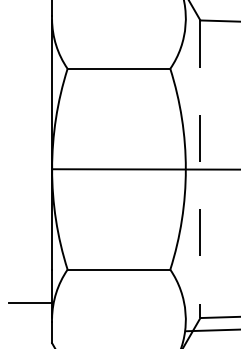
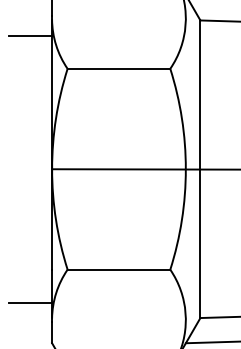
line at (30, 35): none -> present
line at (200, 169): dashed -> solid
line at (211, 330) position: (211, 330) -> (211, 342)
